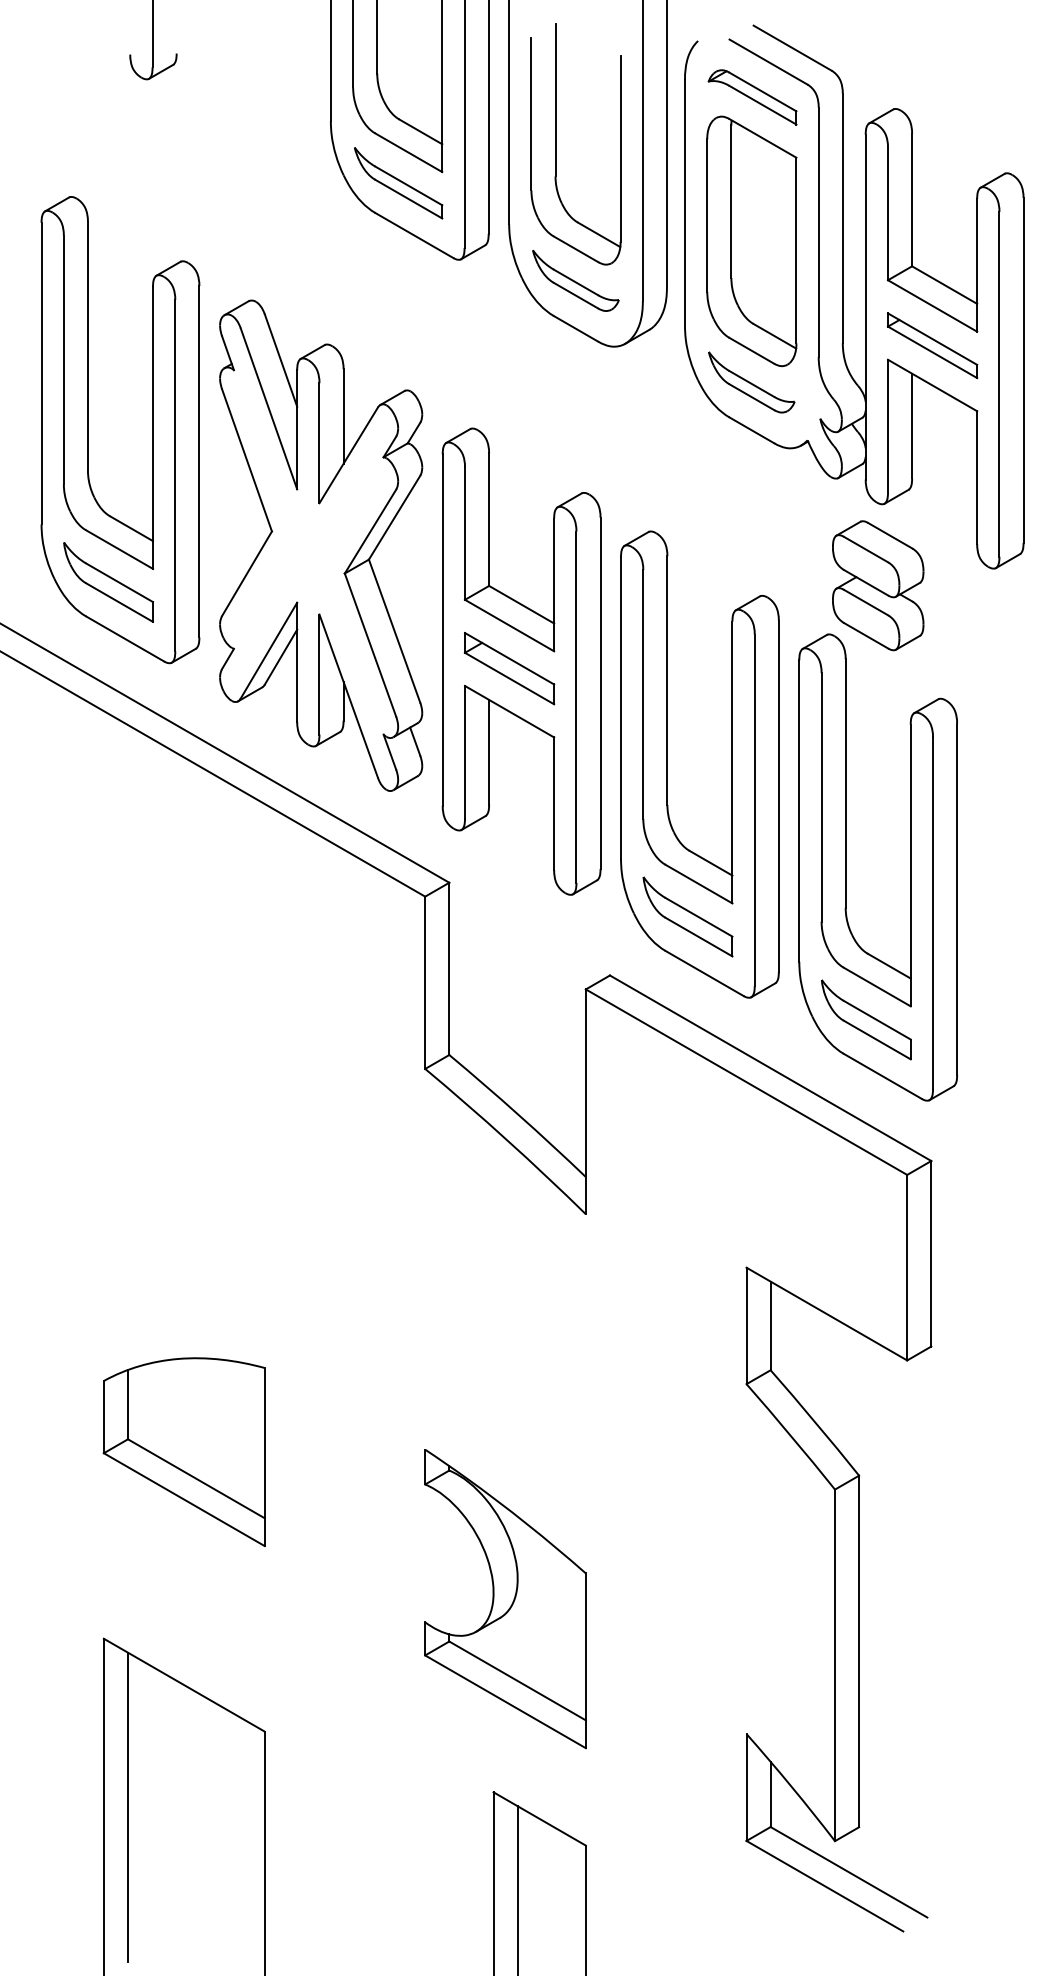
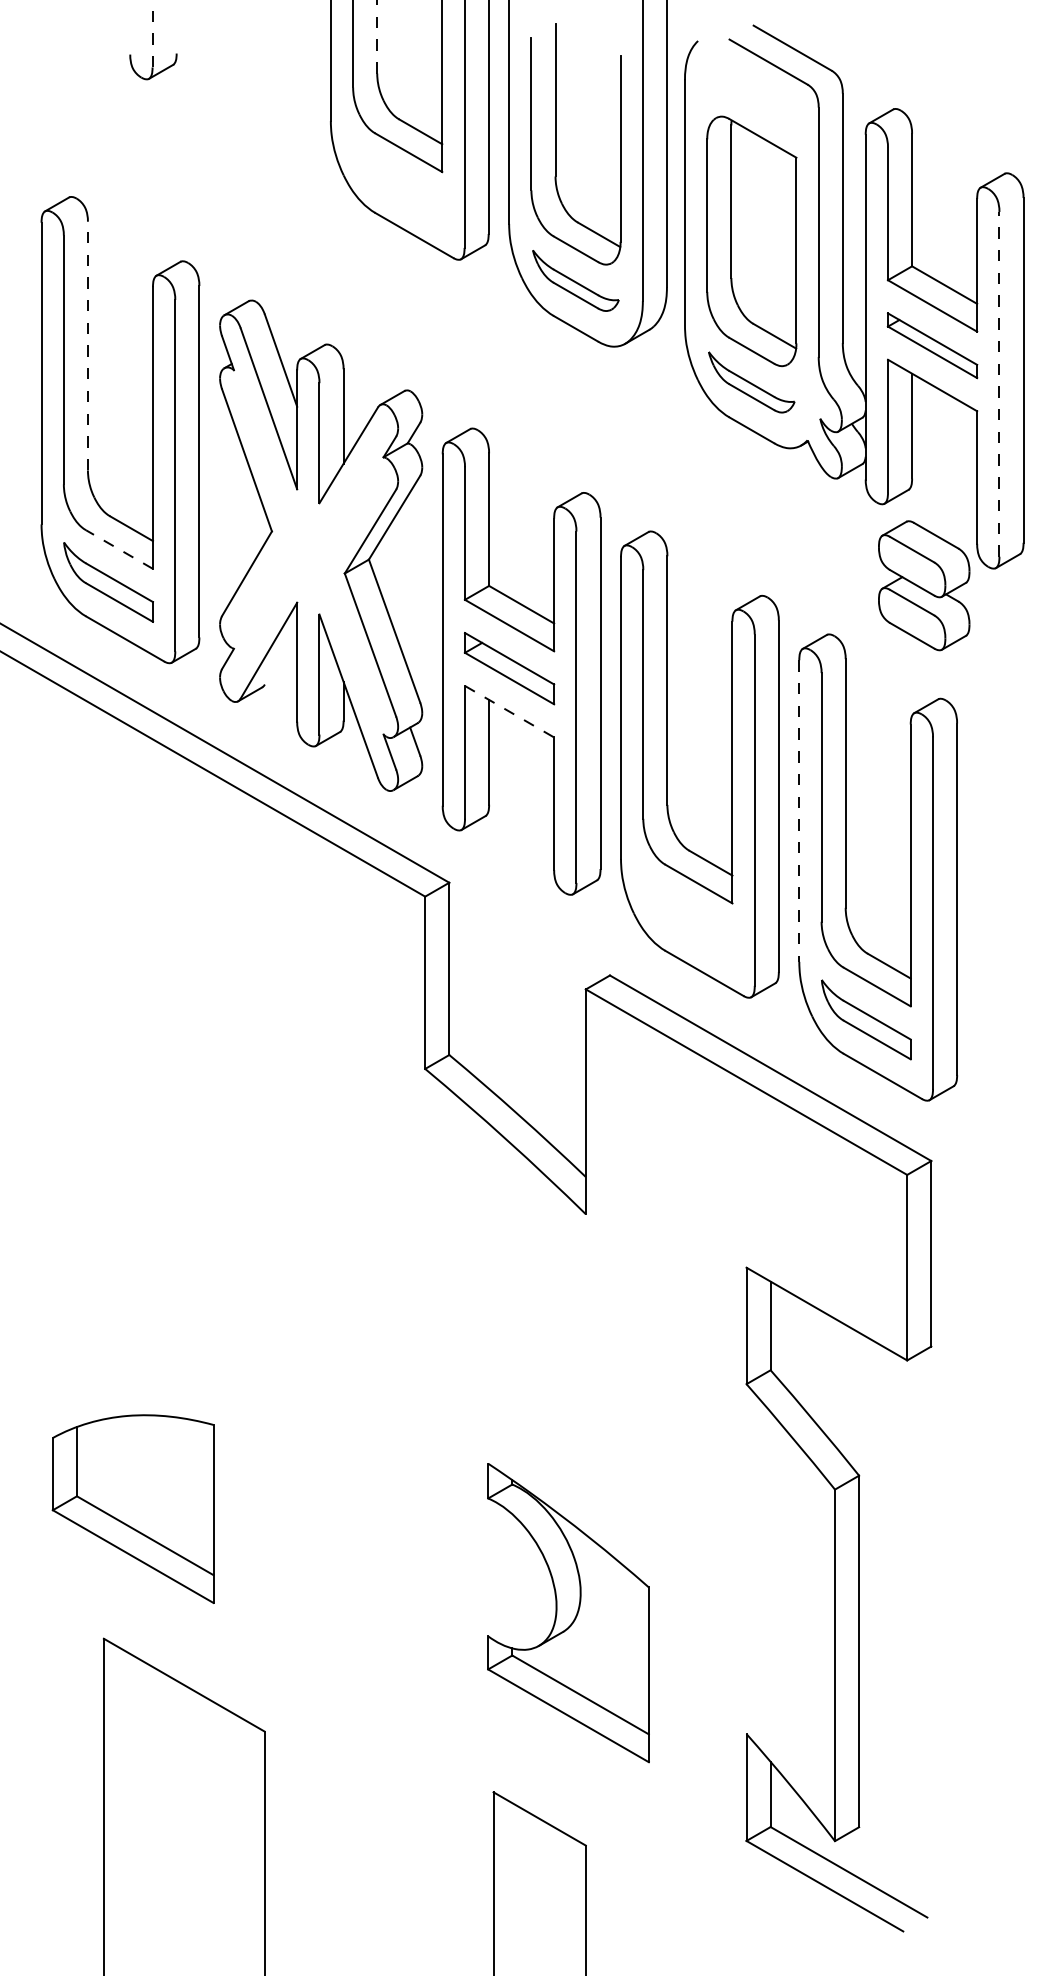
line at (152, 33): solid -> dashed
line at (377, 36): solid -> dashed
part at (752, 97): present -> none
part at (398, 183): present -> none
line at (87, 345): solid -> dashed
line at (999, 383): solid -> dashed
line at (119, 549): solid -> dashed
part at (878, 585) position: (878, 585) -> (924, 585)
line at (280, 656): present -> none
line at (510, 711): solid -> dashed
line at (799, 811): solid -> dashed
part at (687, 916): present -> none
part at (183, 1451) position: (183, 1451) -> (132, 1508)
part at (505, 1599) position: (505, 1599) -> (568, 1613)
line at (127, 1807): present -> none
line at (517, 1889): present -> none
